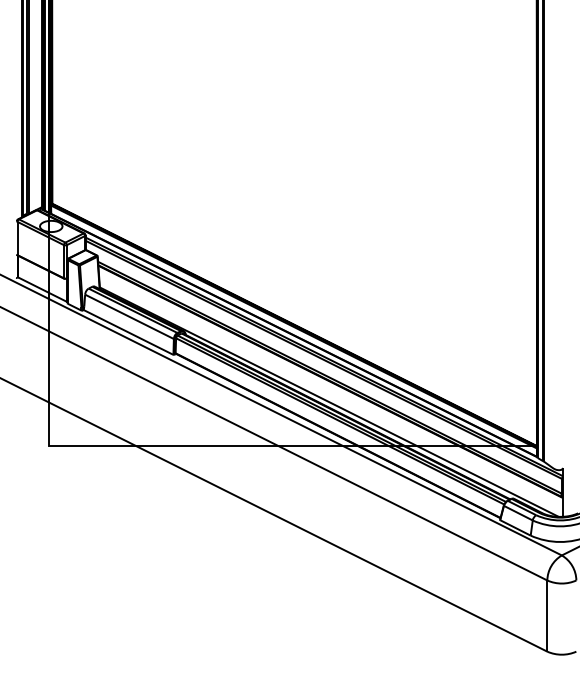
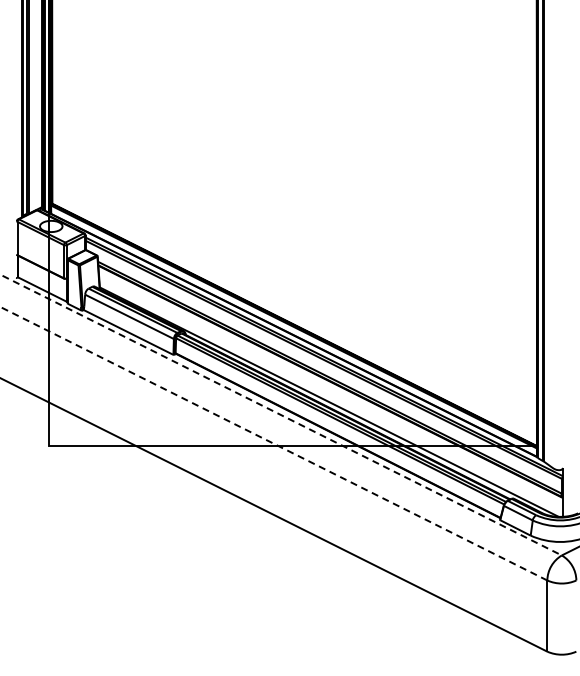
line at (281, 415): solid -> dashed
line at (273, 443): solid -> dashed
